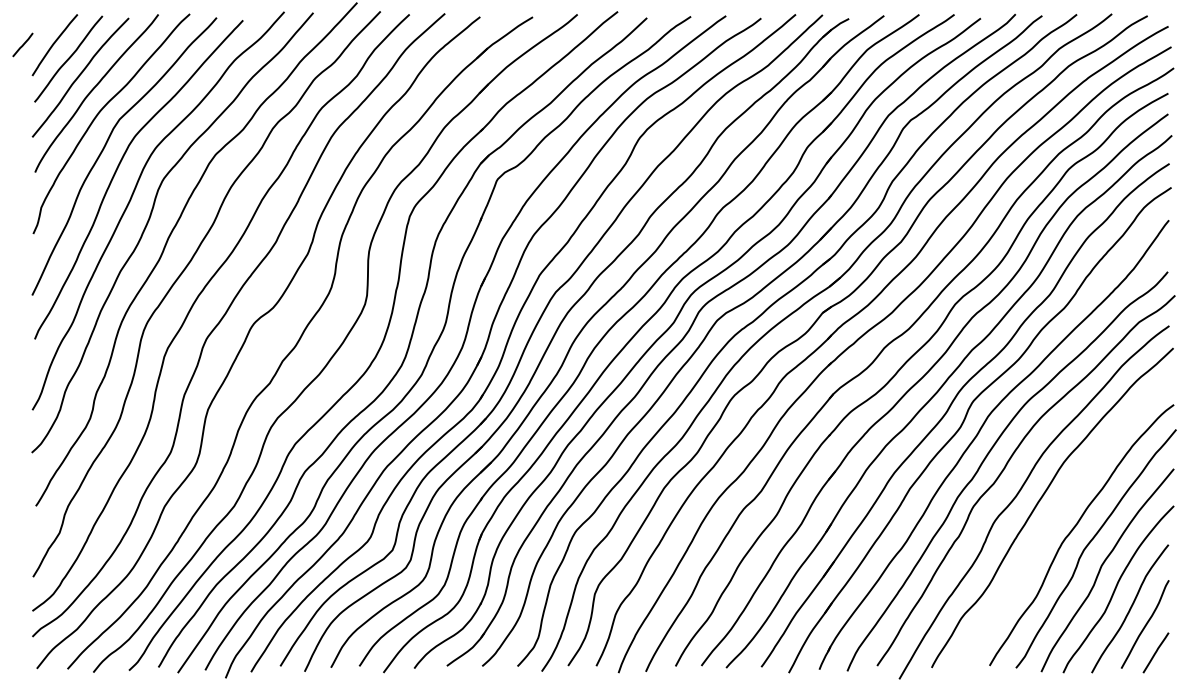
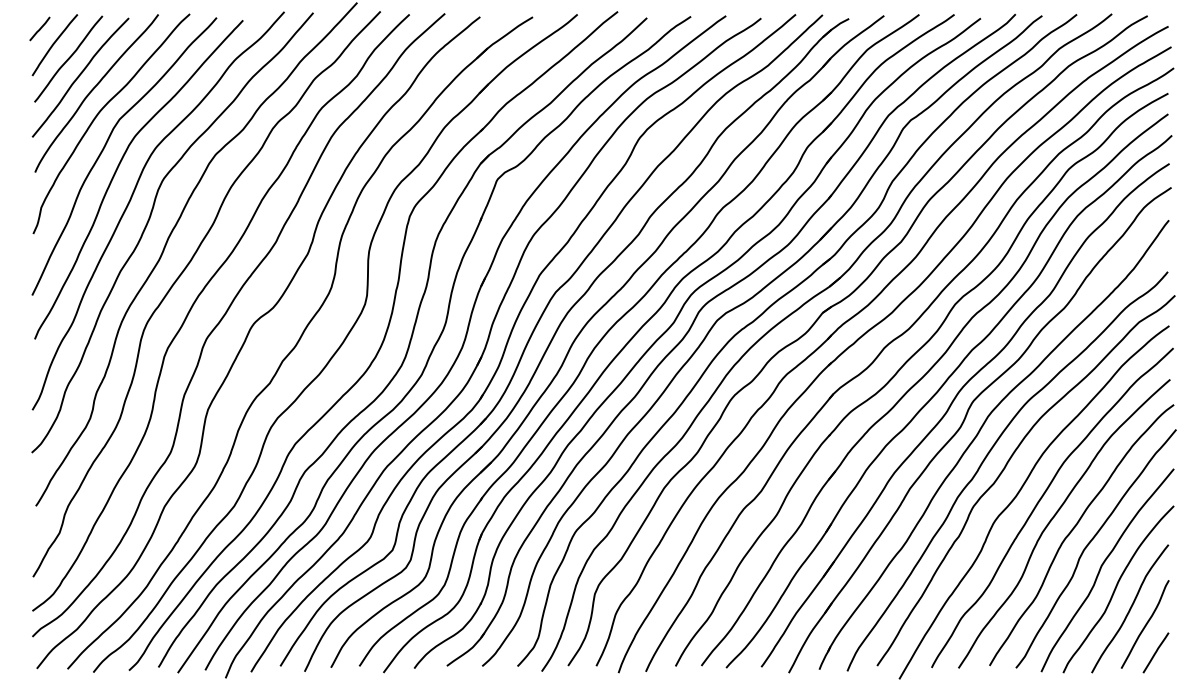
line at (22, 44) position: (22, 44) -> (39, 28)
curve at (1055, 516): none -> present
